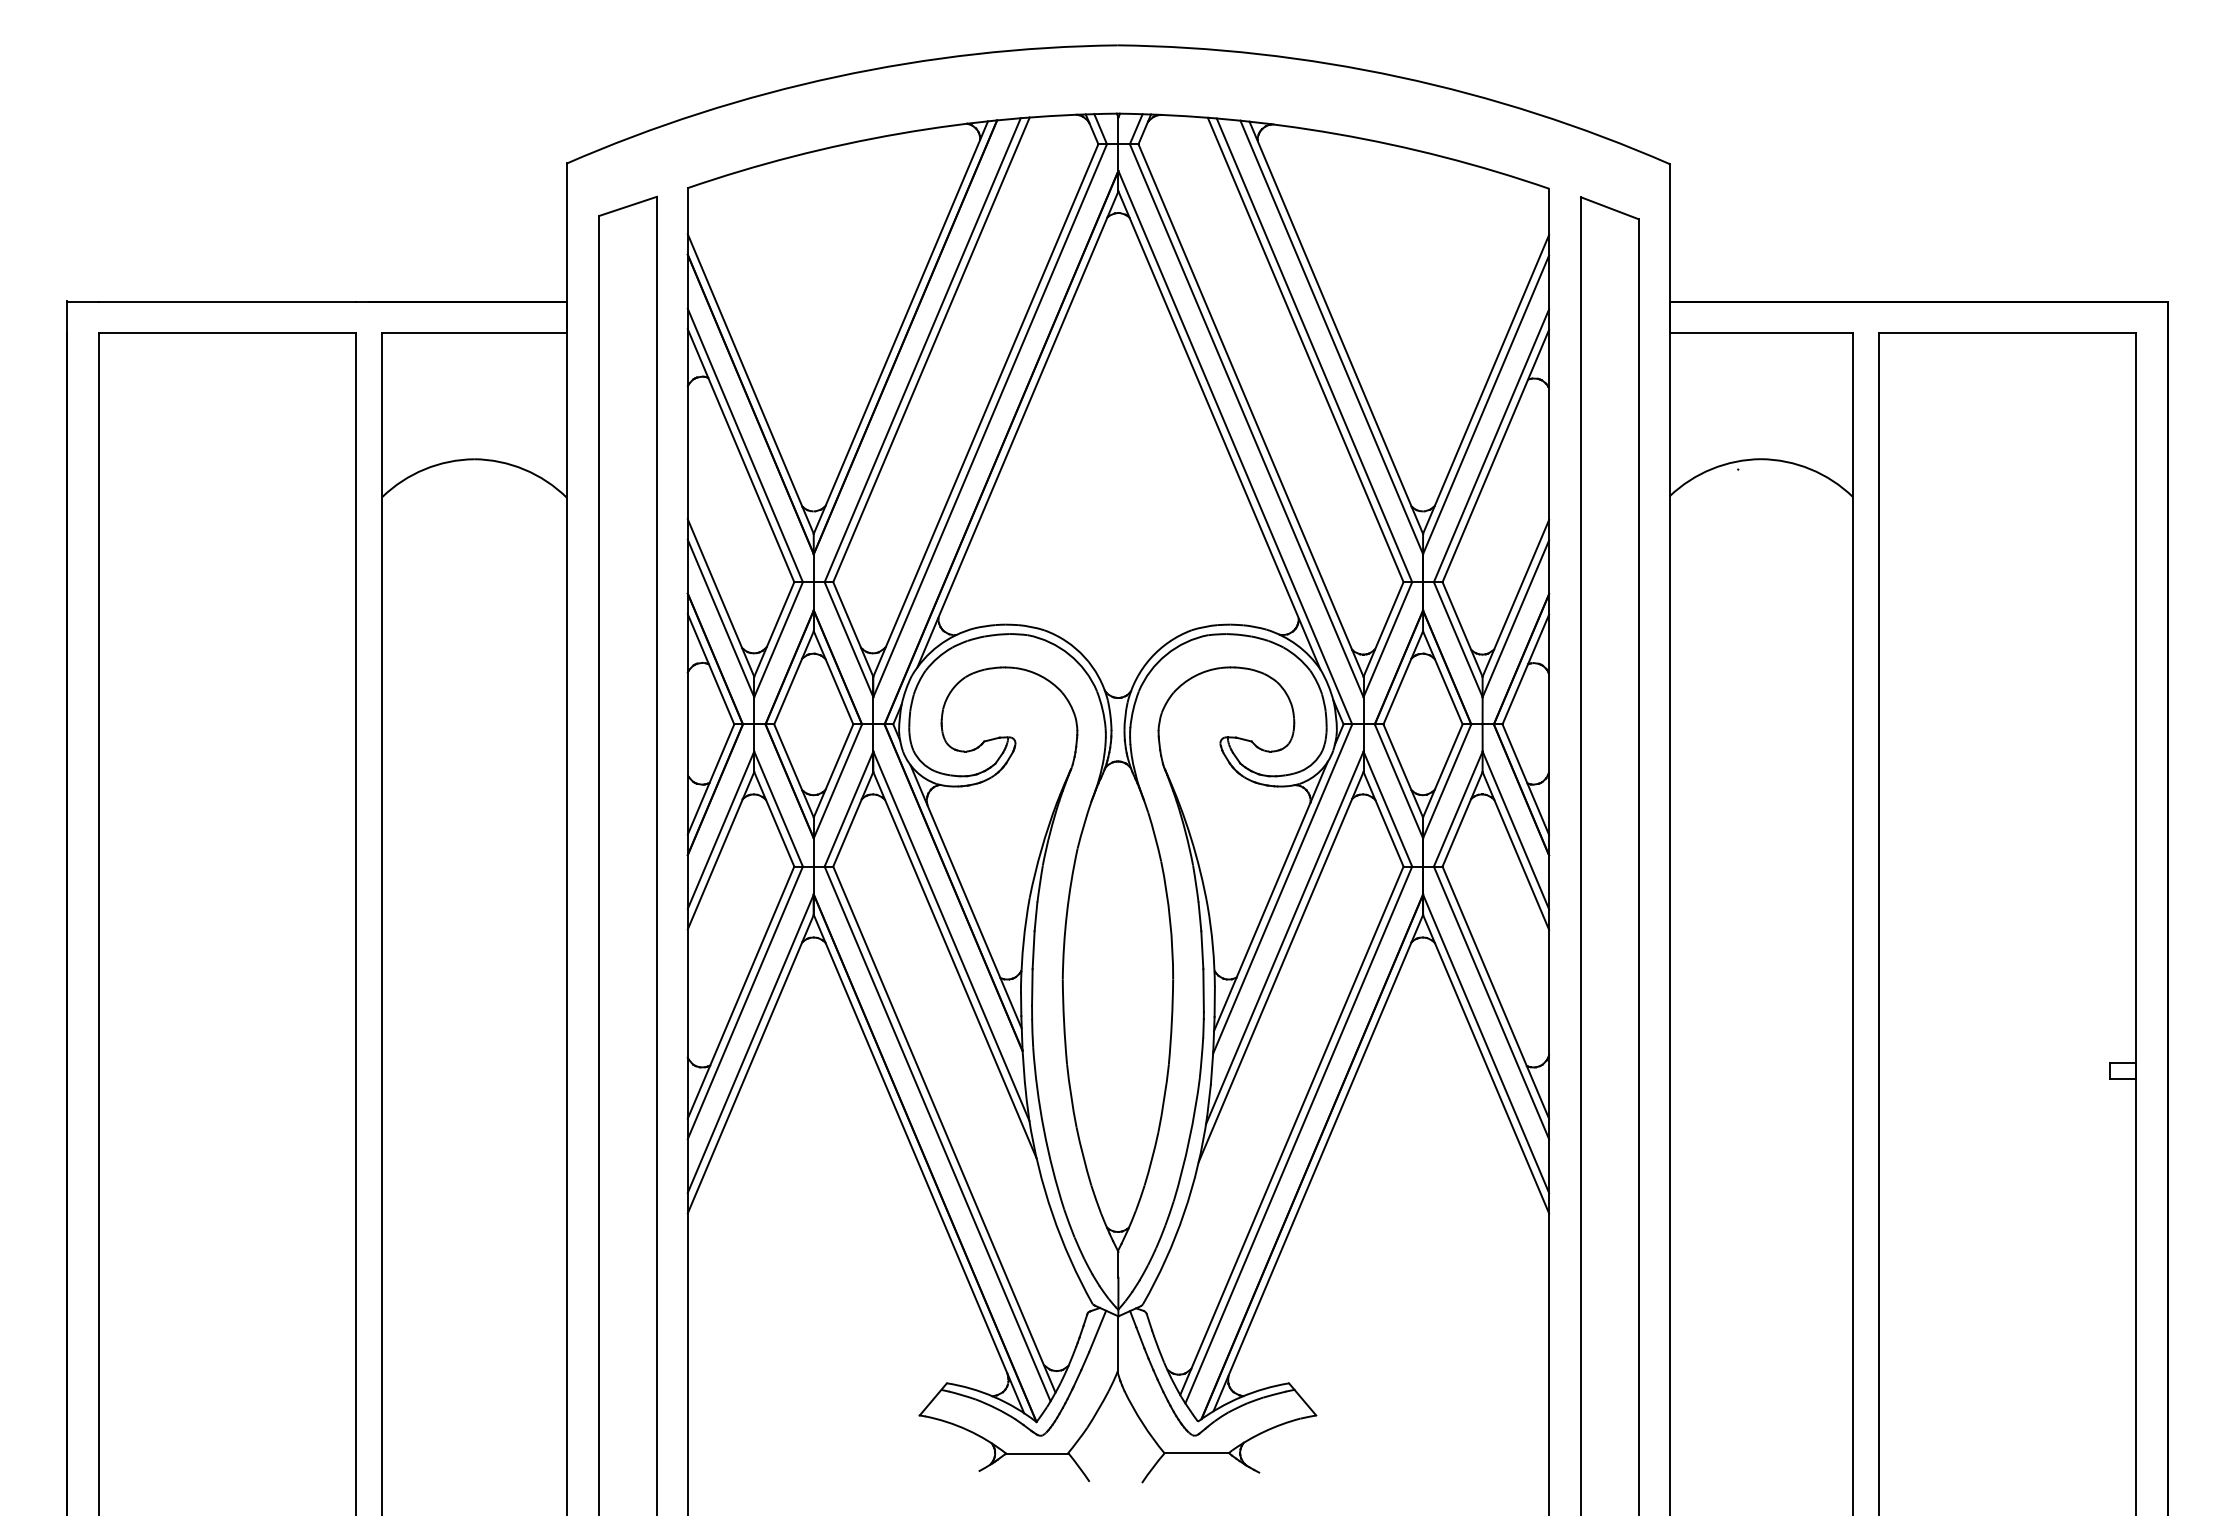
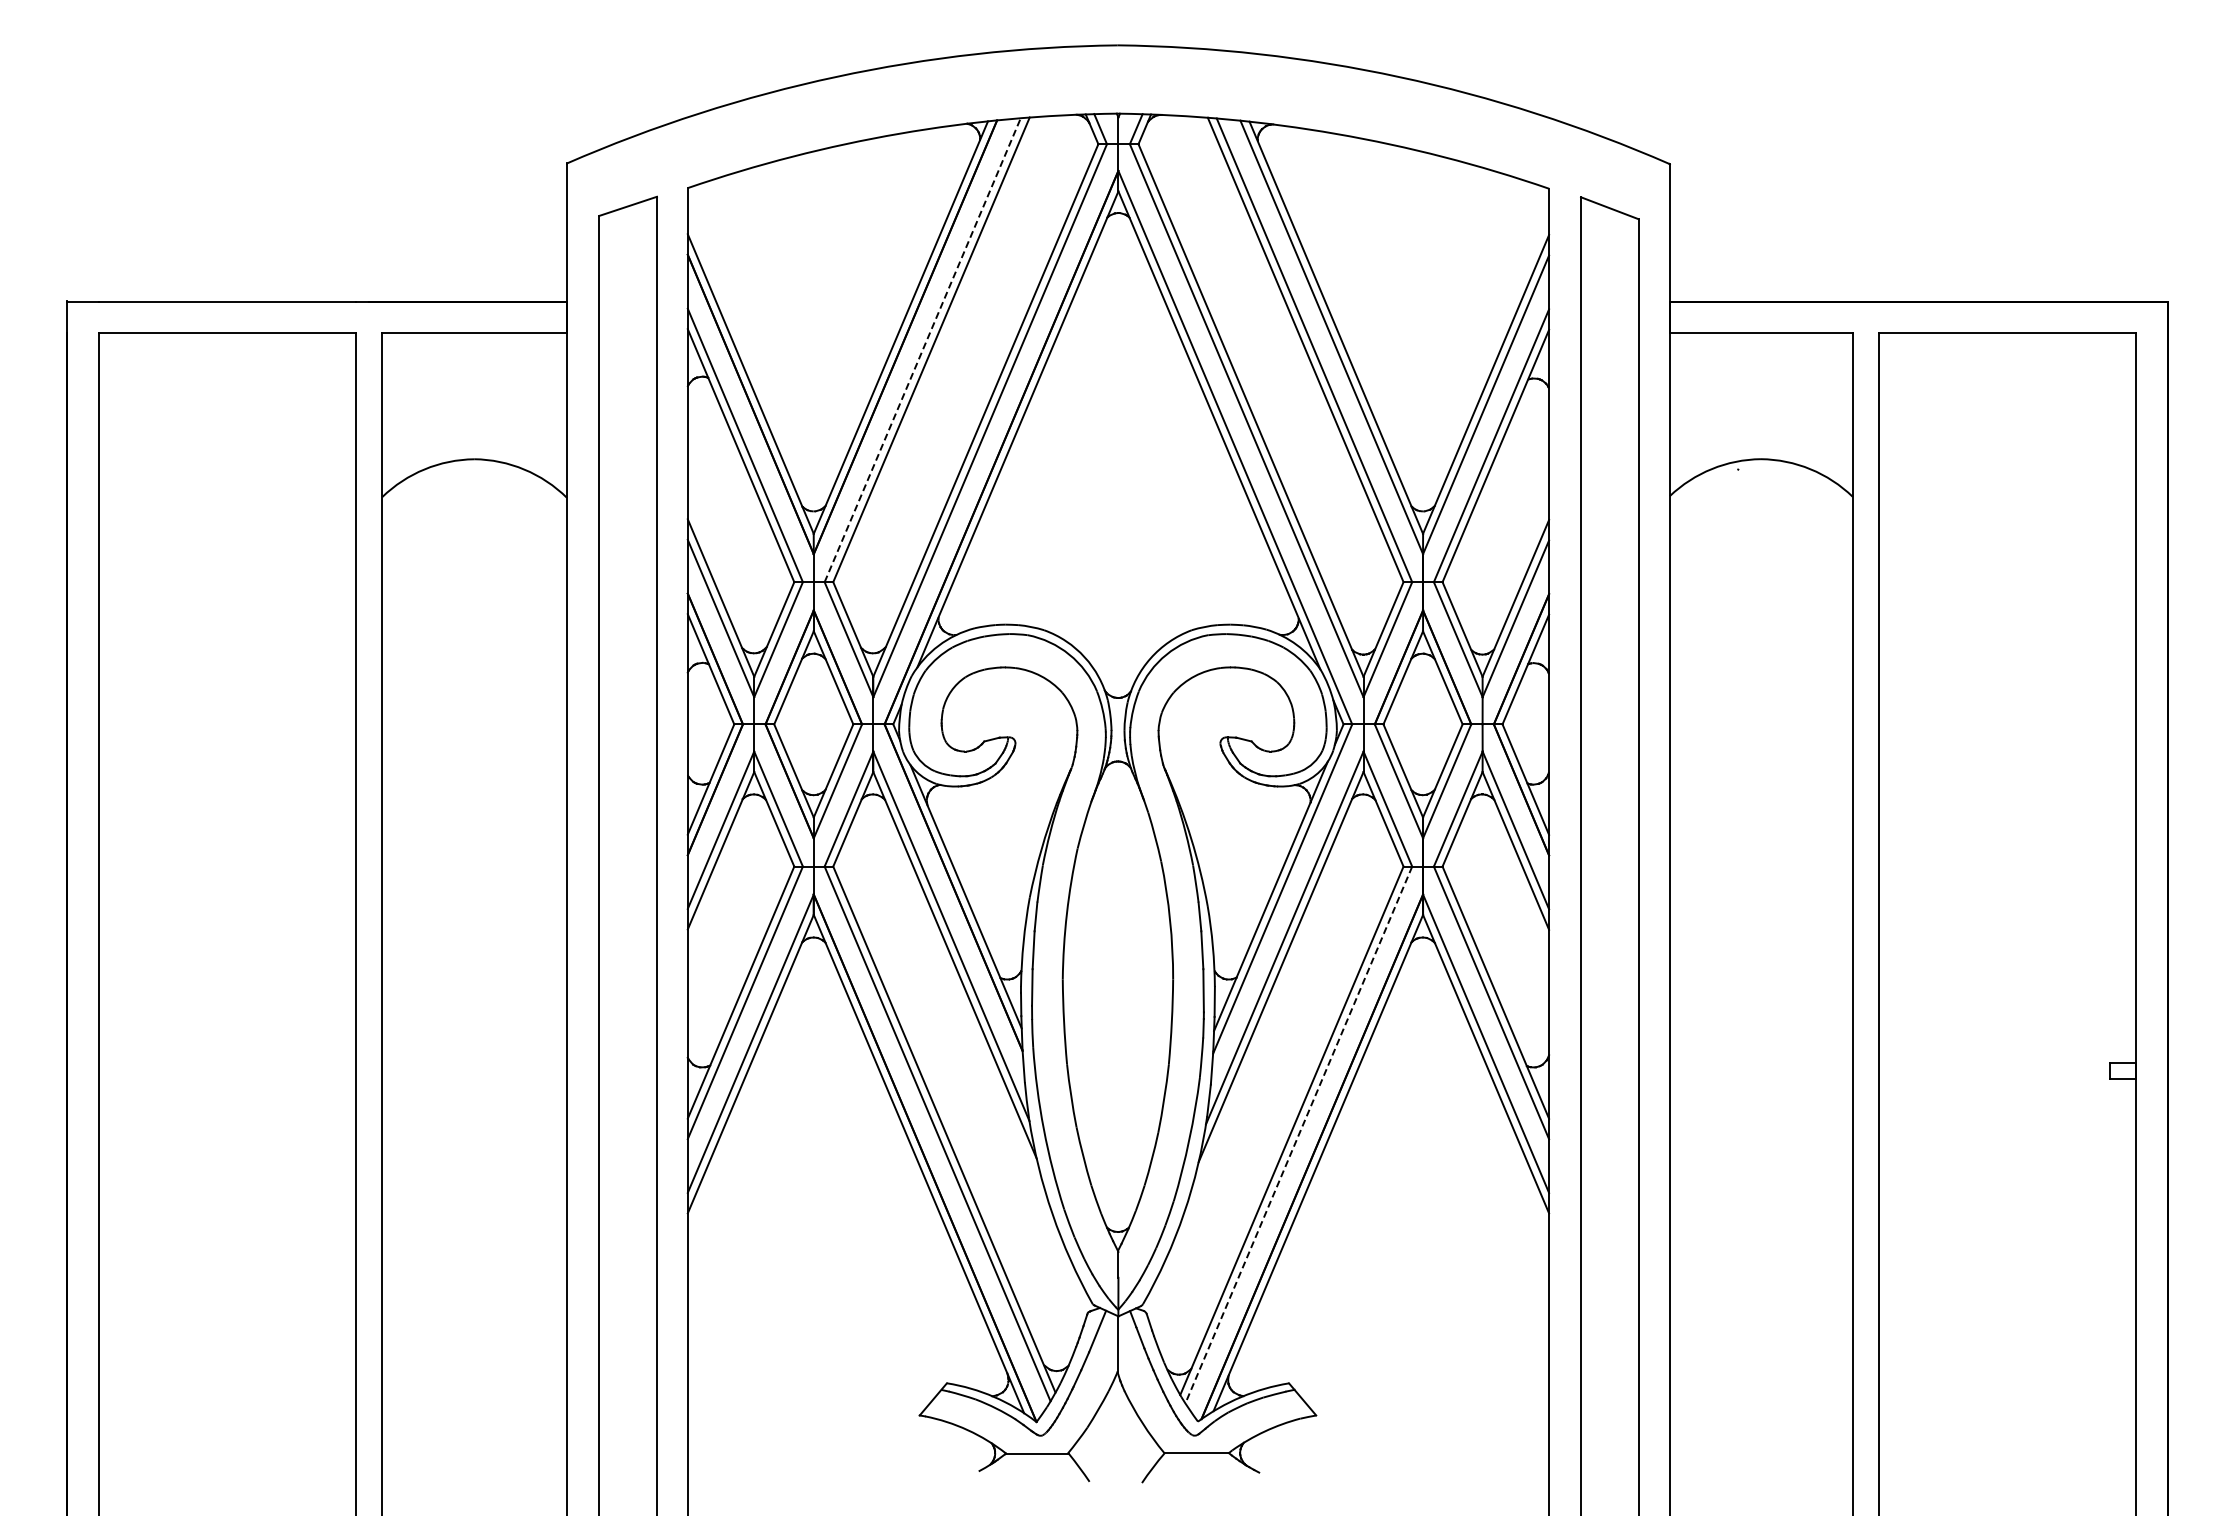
line at (922, 350): solid -> dashed
line at (1298, 1135): solid -> dashed
